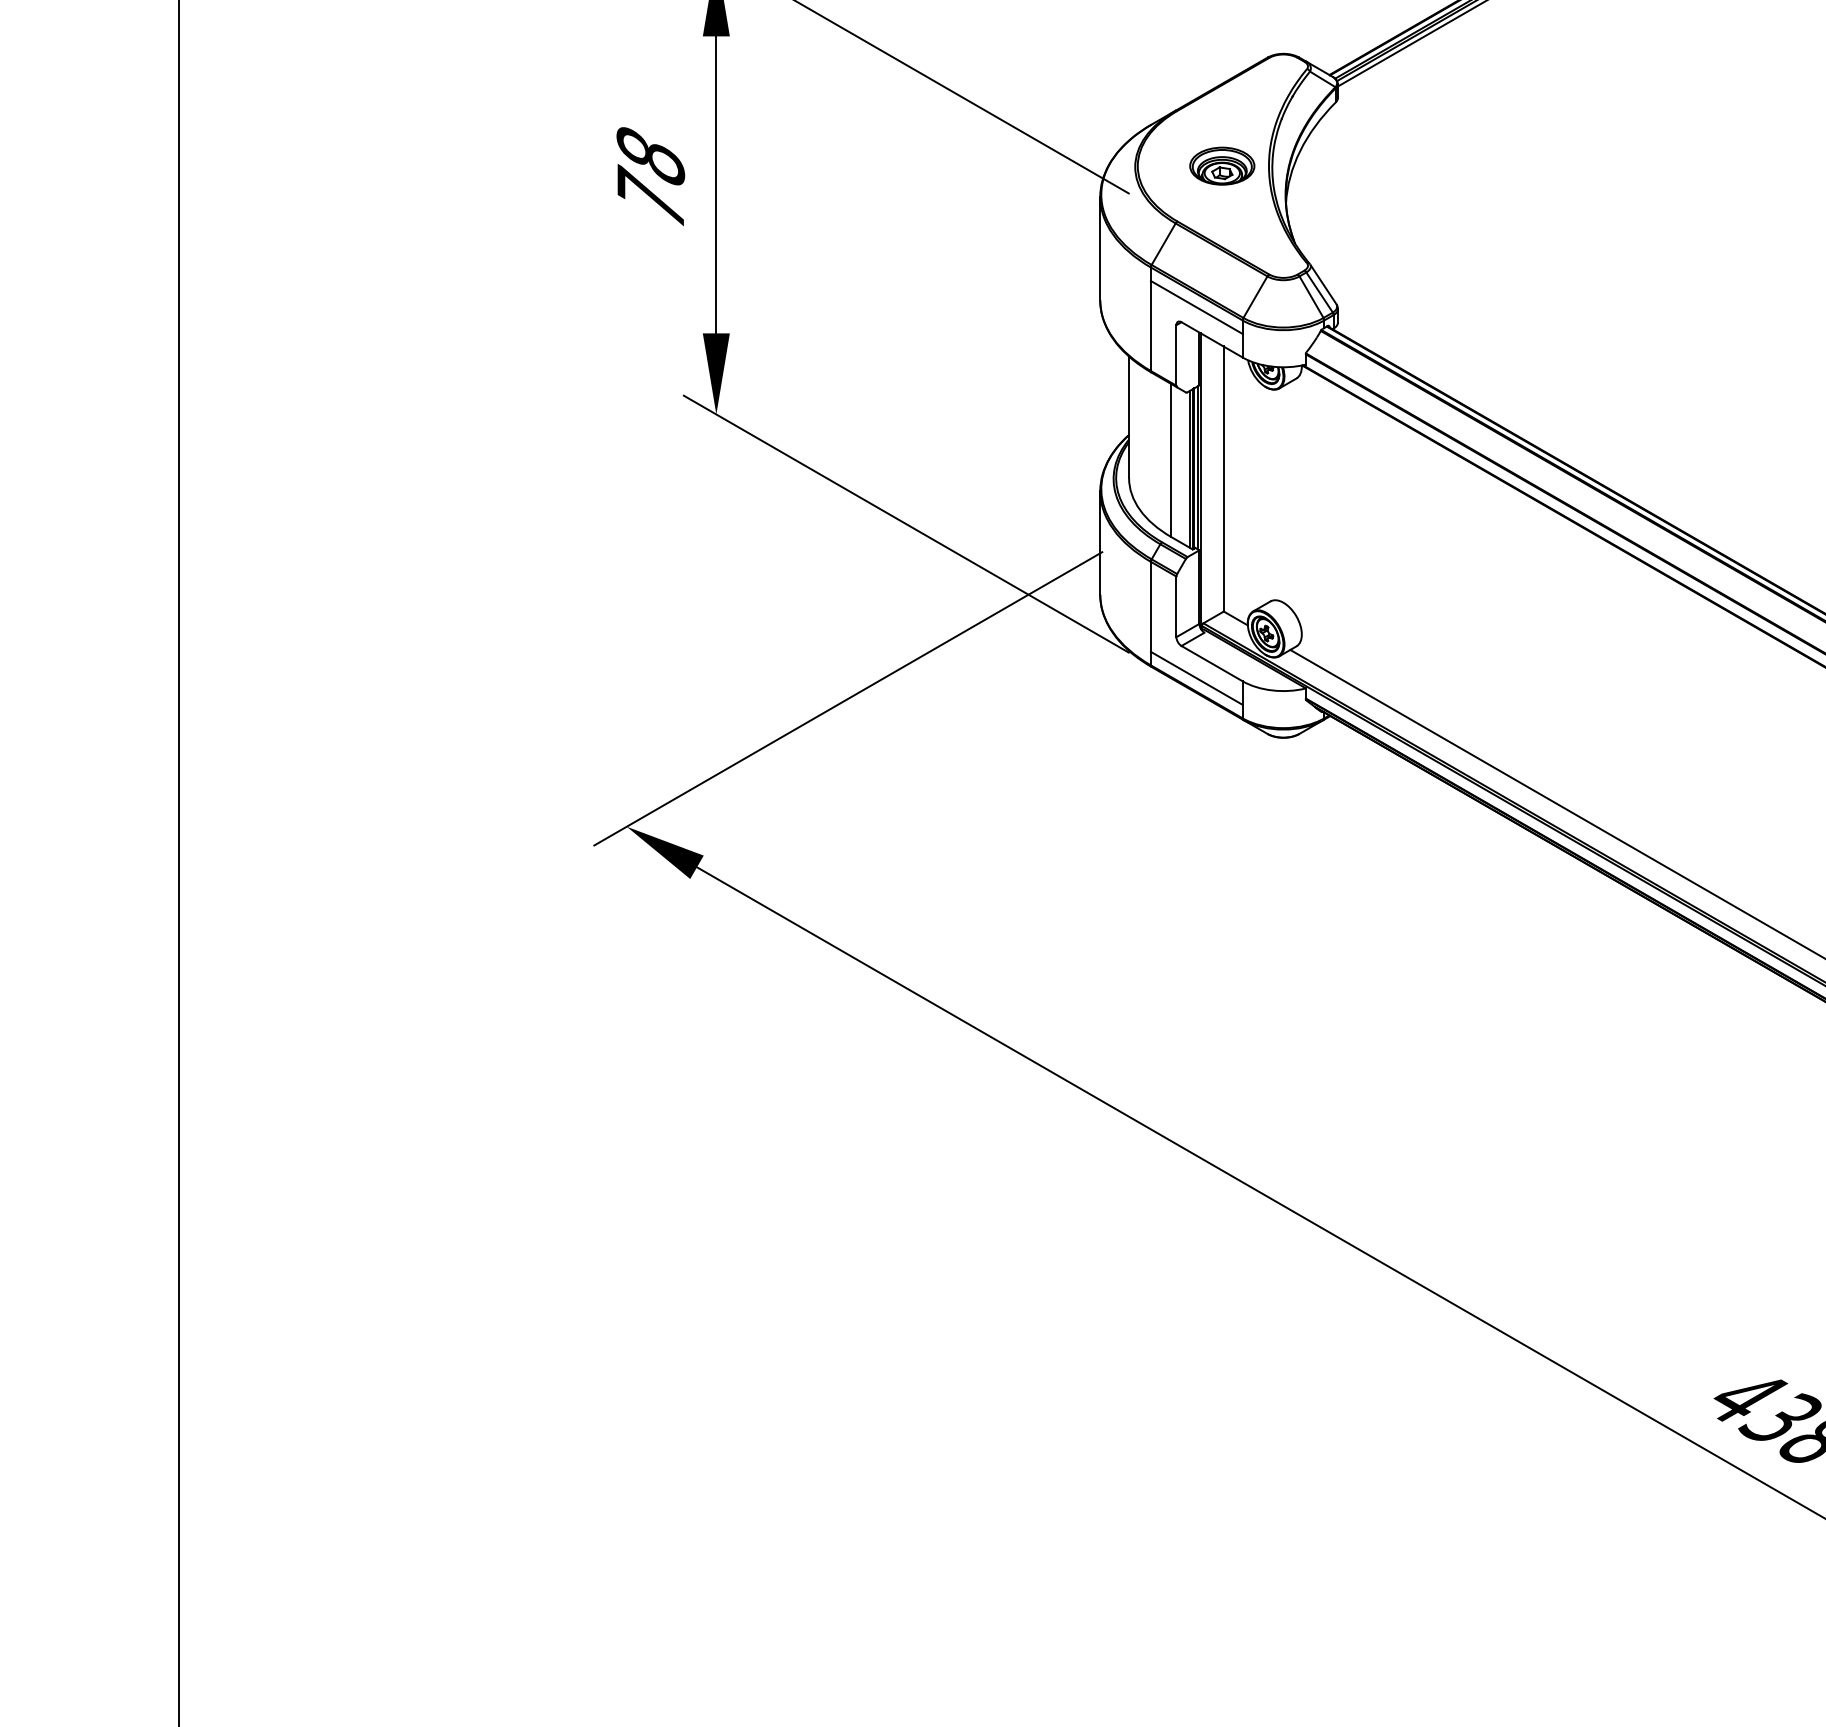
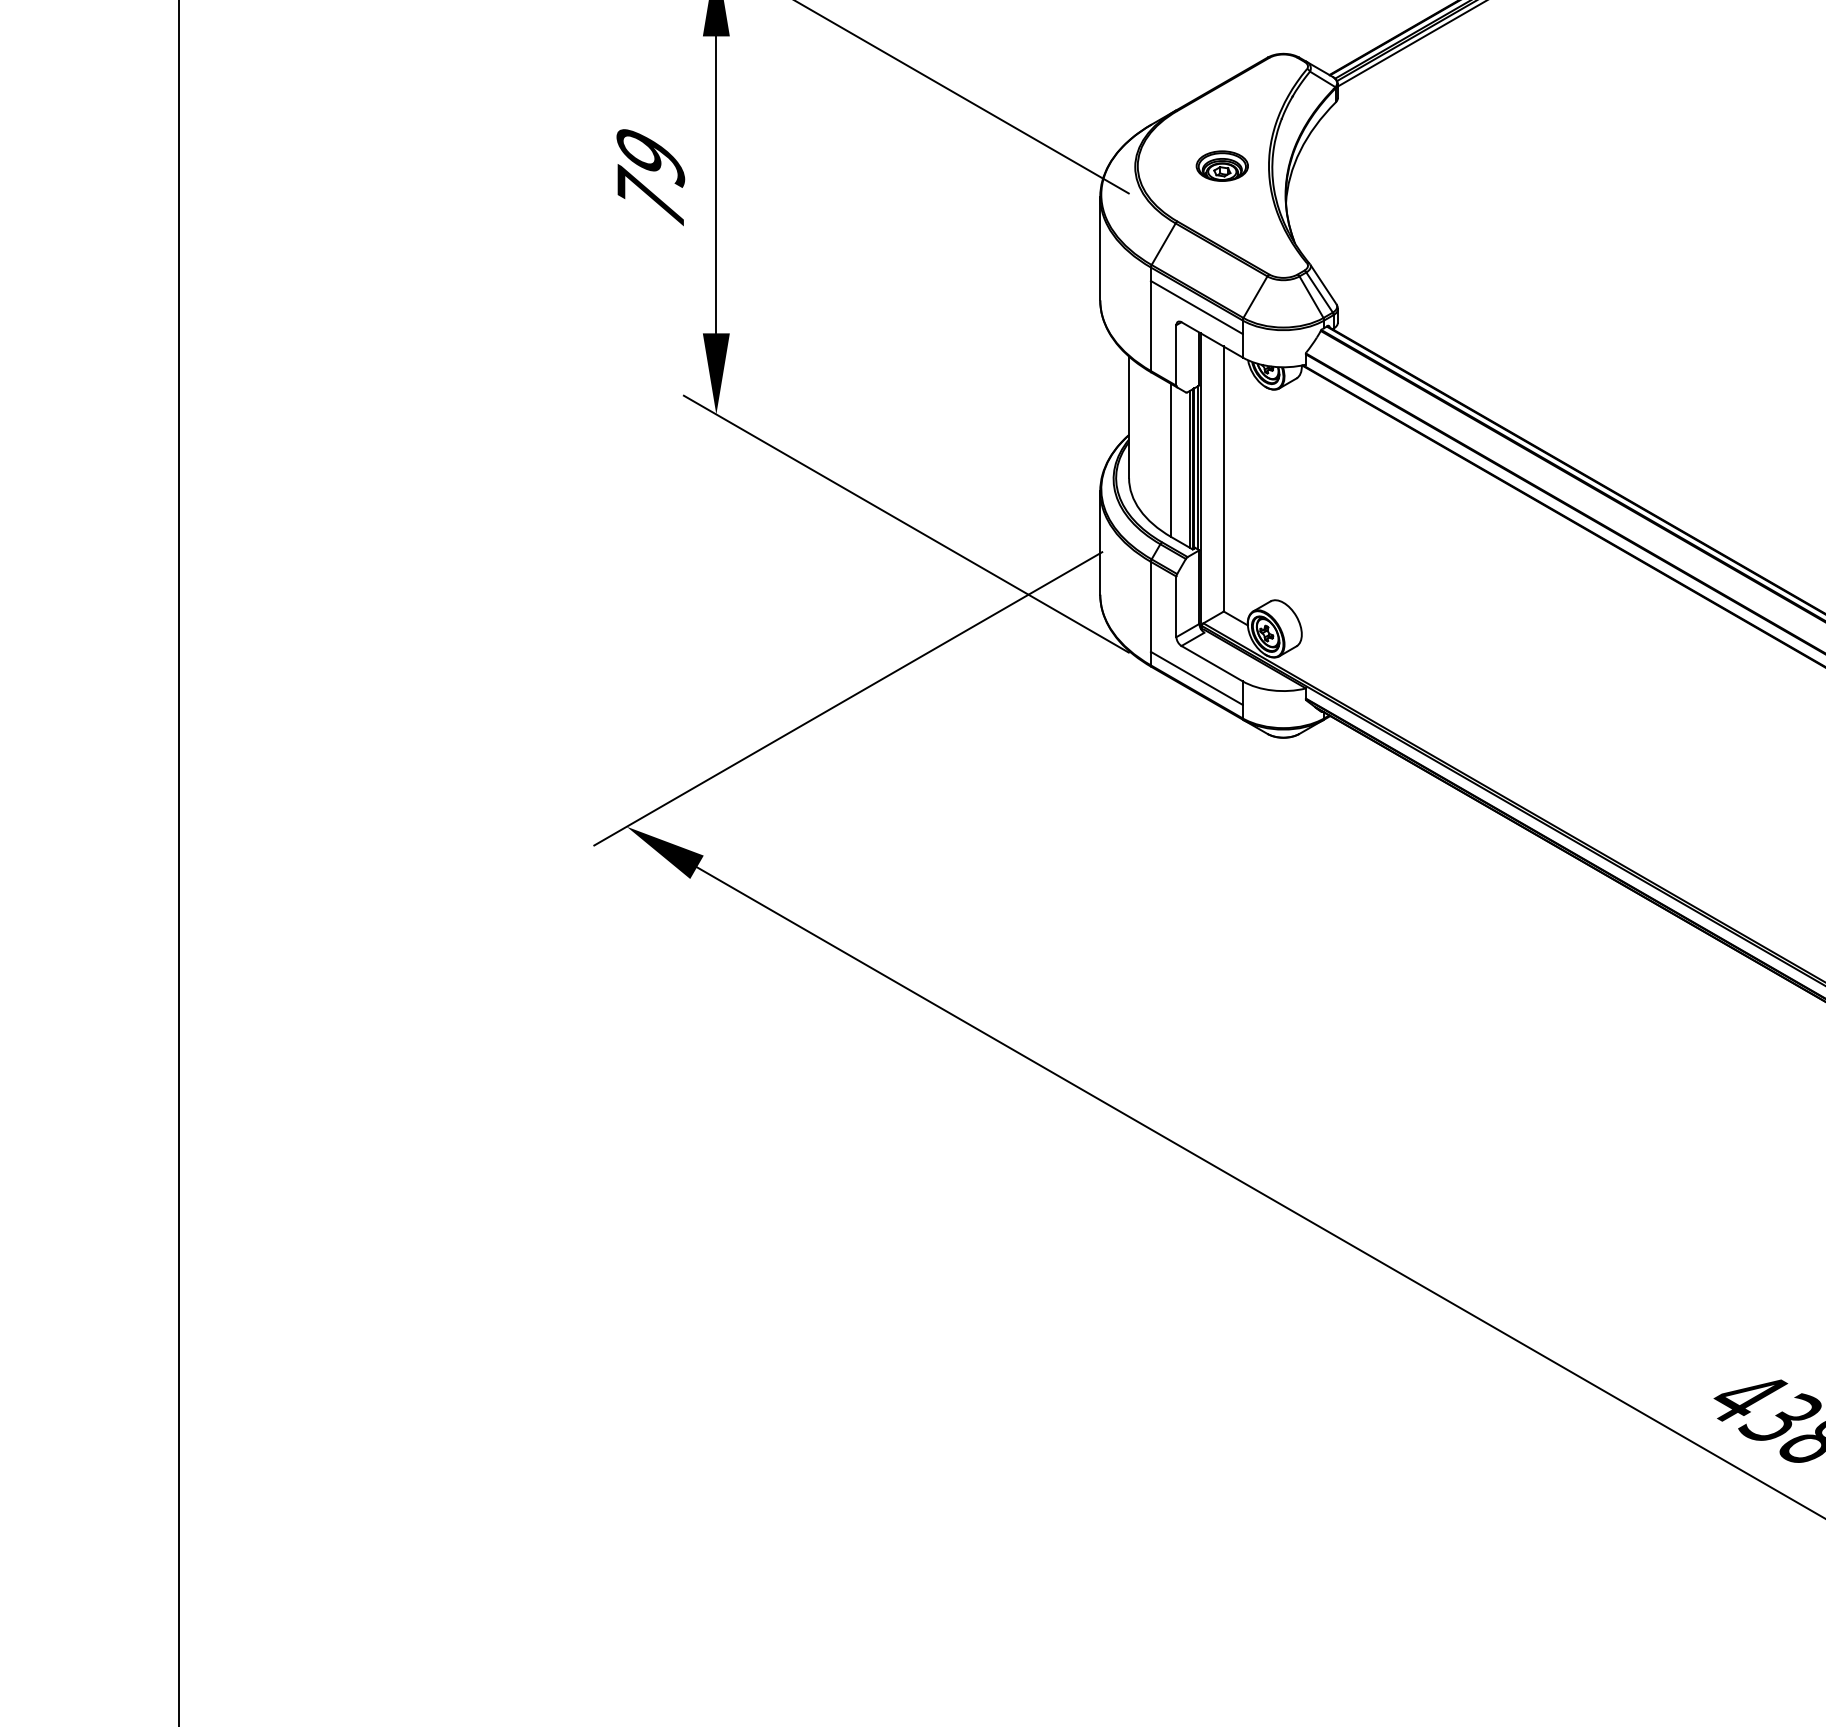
text at (650, 157): 78 -> 79
part at (1222, 165) size: 67x40 px -> 54x32 px
line at (1556, 803): present -> none
